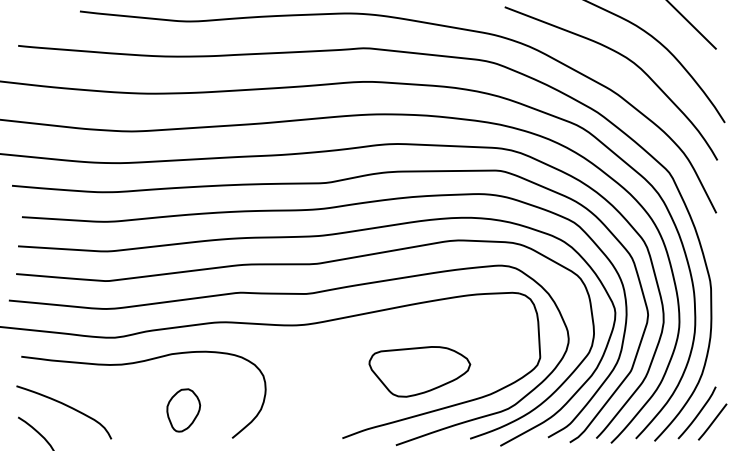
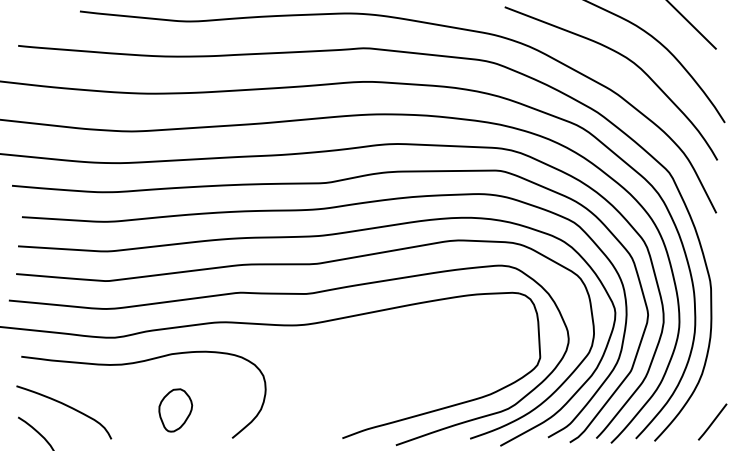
part at (419, 371): present -> none
part at (183, 410) position: (183, 410) -> (175, 410)
curve at (697, 413): present -> none
